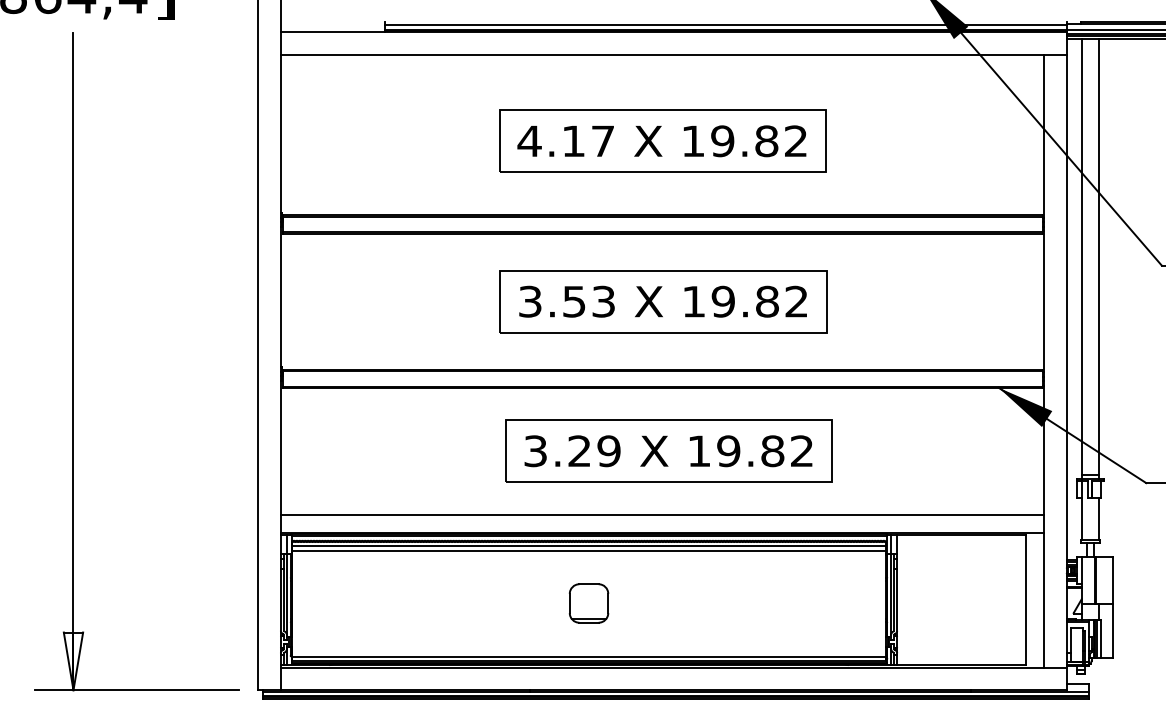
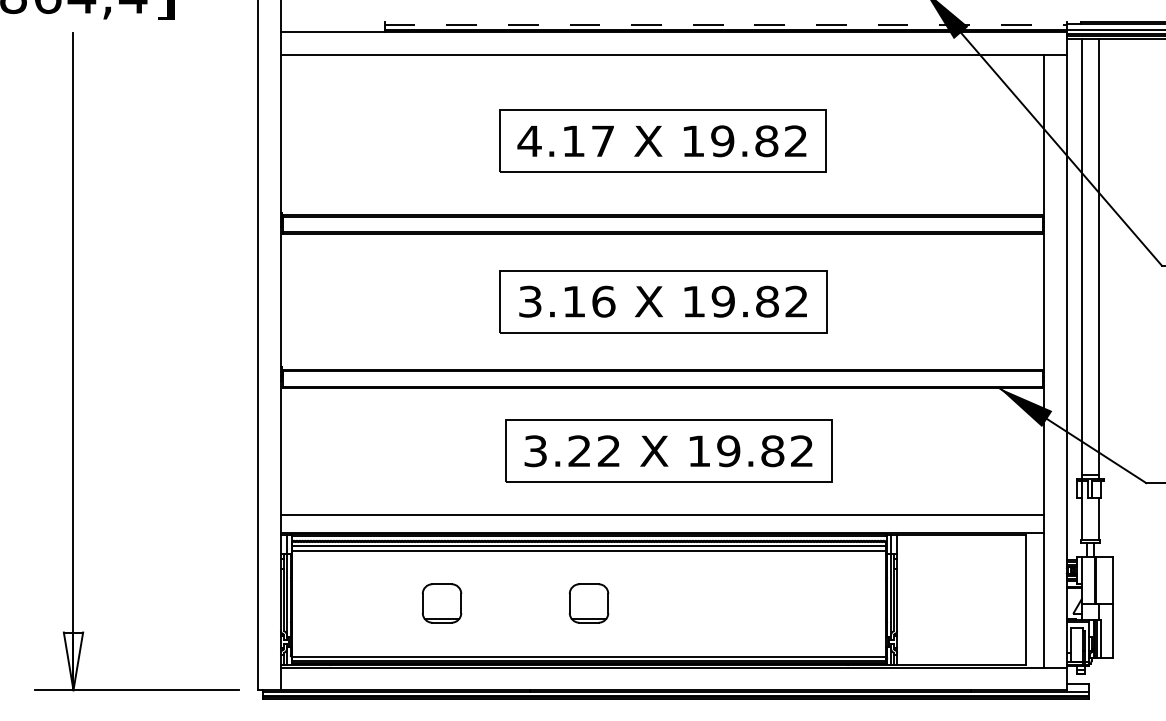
line at (726, 25): solid -> dashed
text at (589, 301): 3.53 -> 3.16
text at (608, 451): 3.29 -> 3.22
part at (441, 603): none -> present
